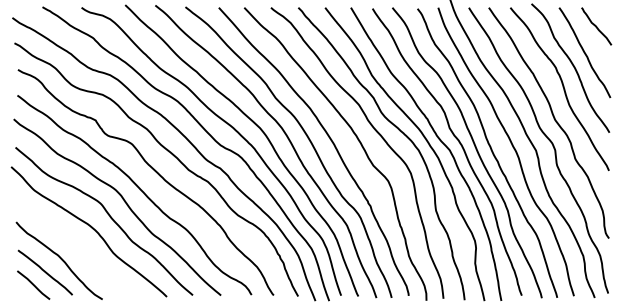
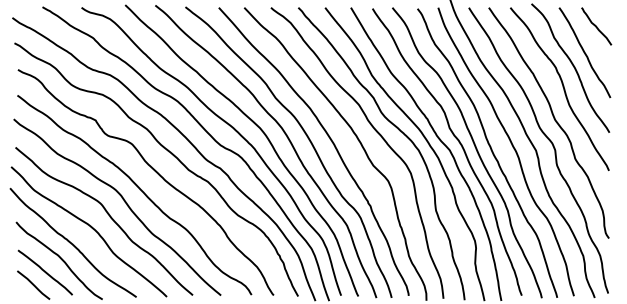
curve at (71, 242): none -> present
